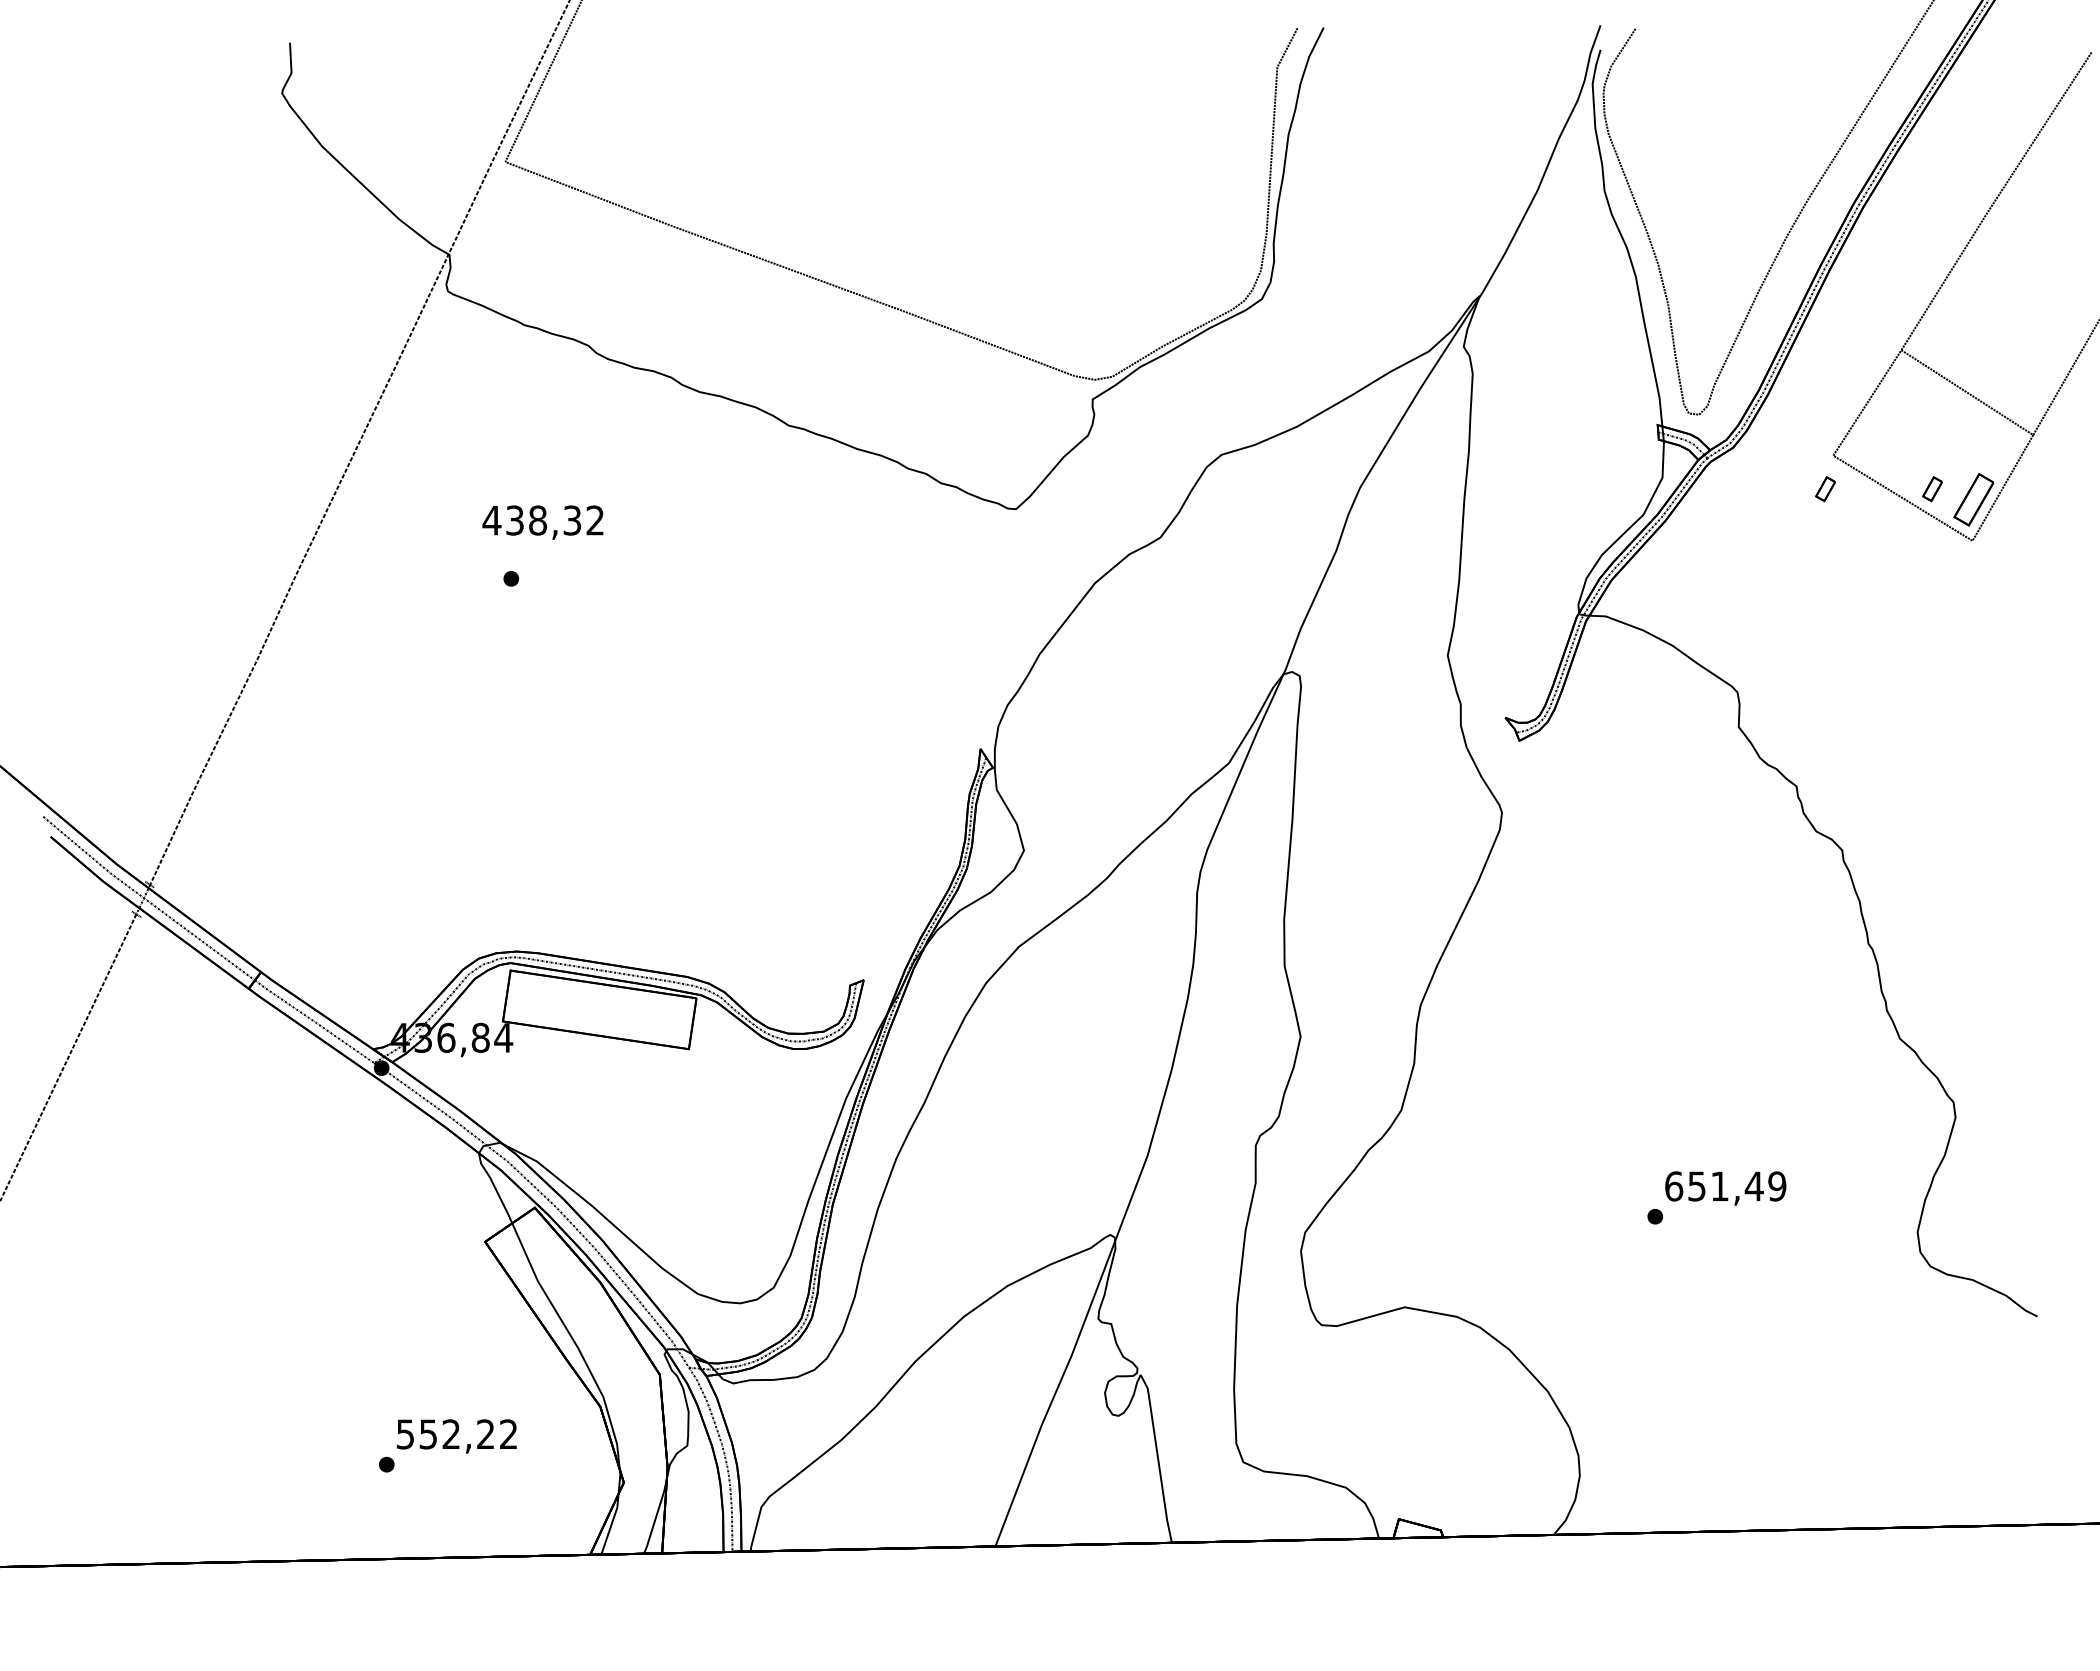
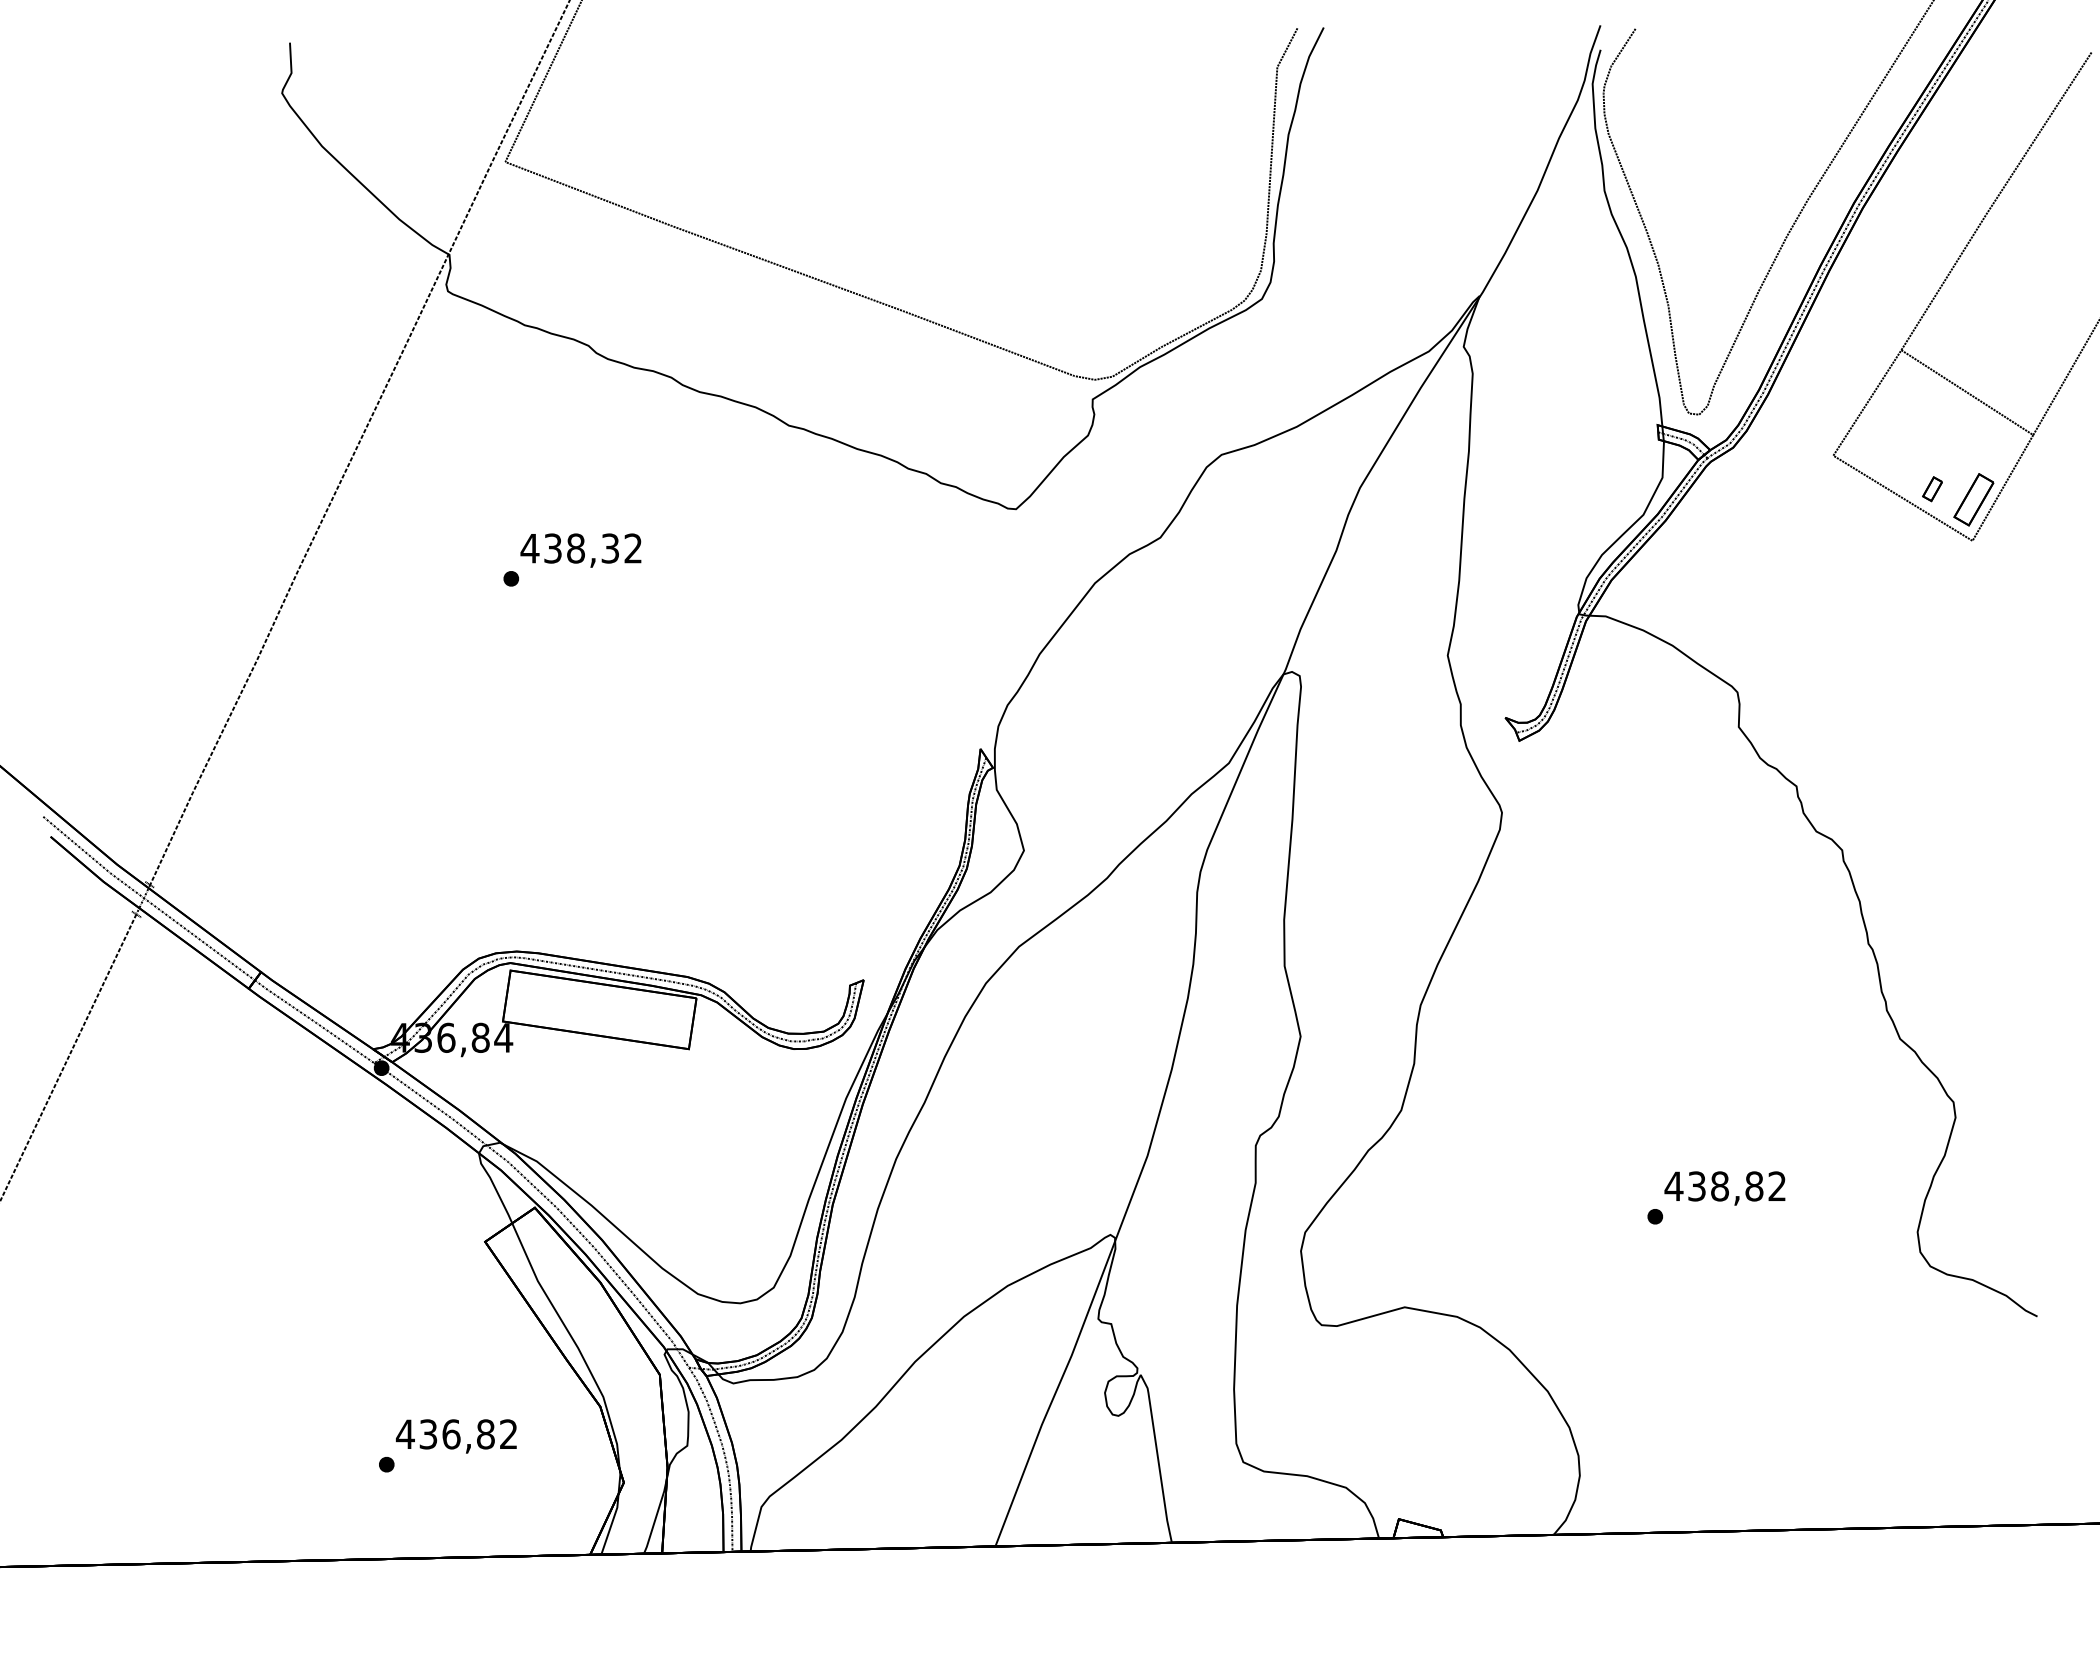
part at (1825, 489): present -> none
text at (542, 522) position: (542, 522) -> (580, 550)
text at (1725, 1186): 651,49 -> 438,82
text at (444, 1434): 552,22 -> 436,82
